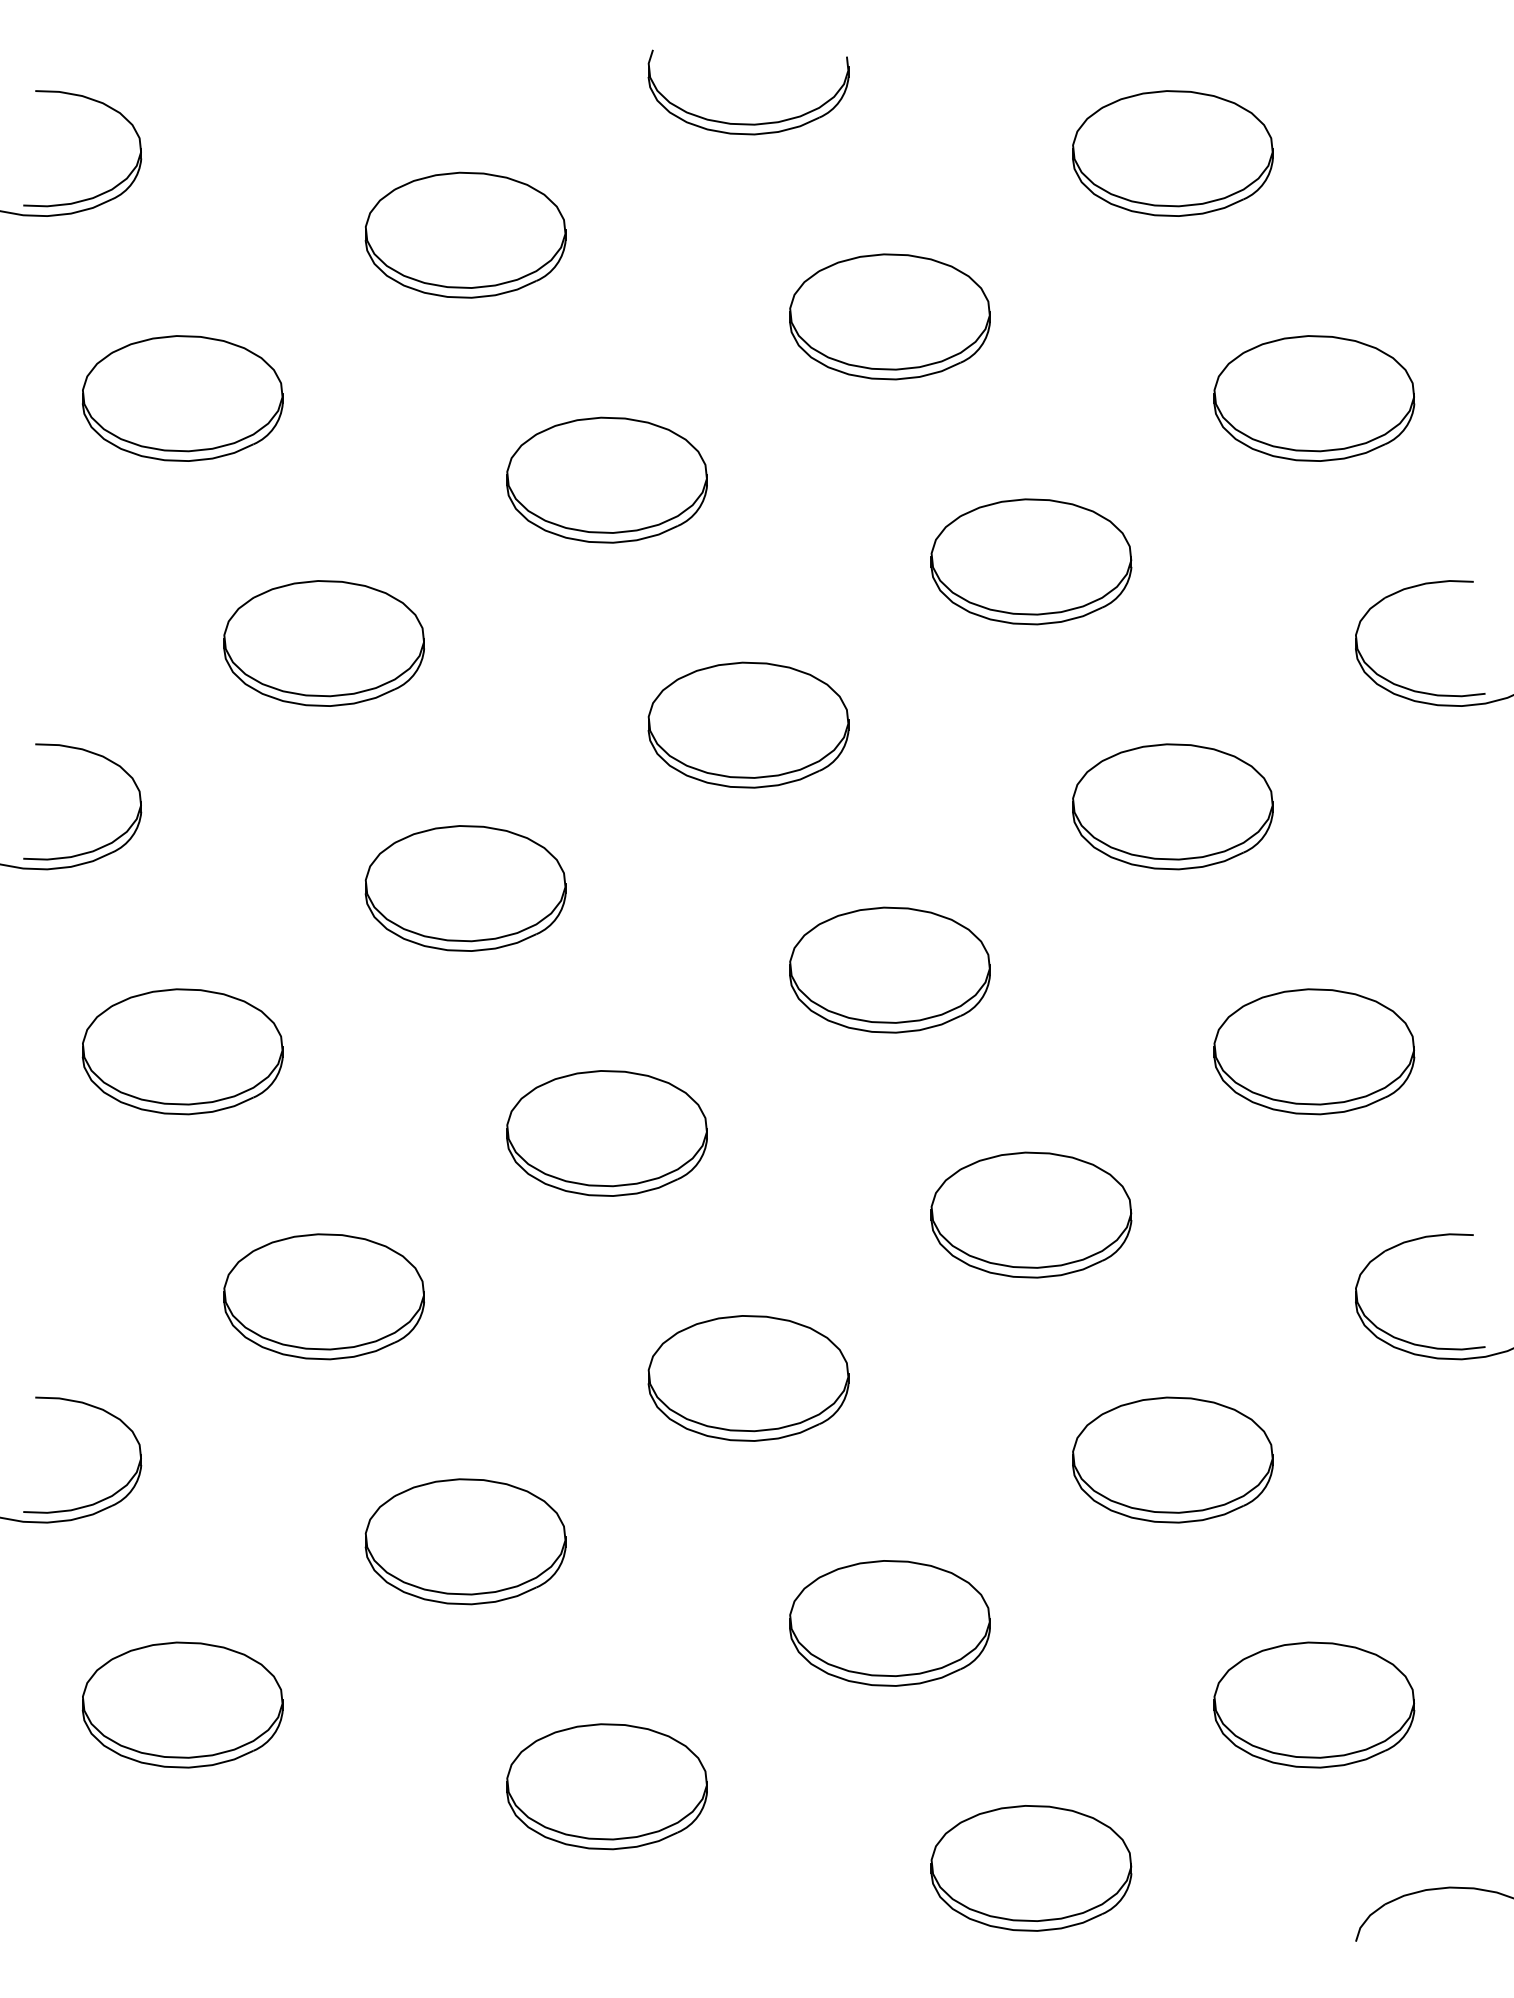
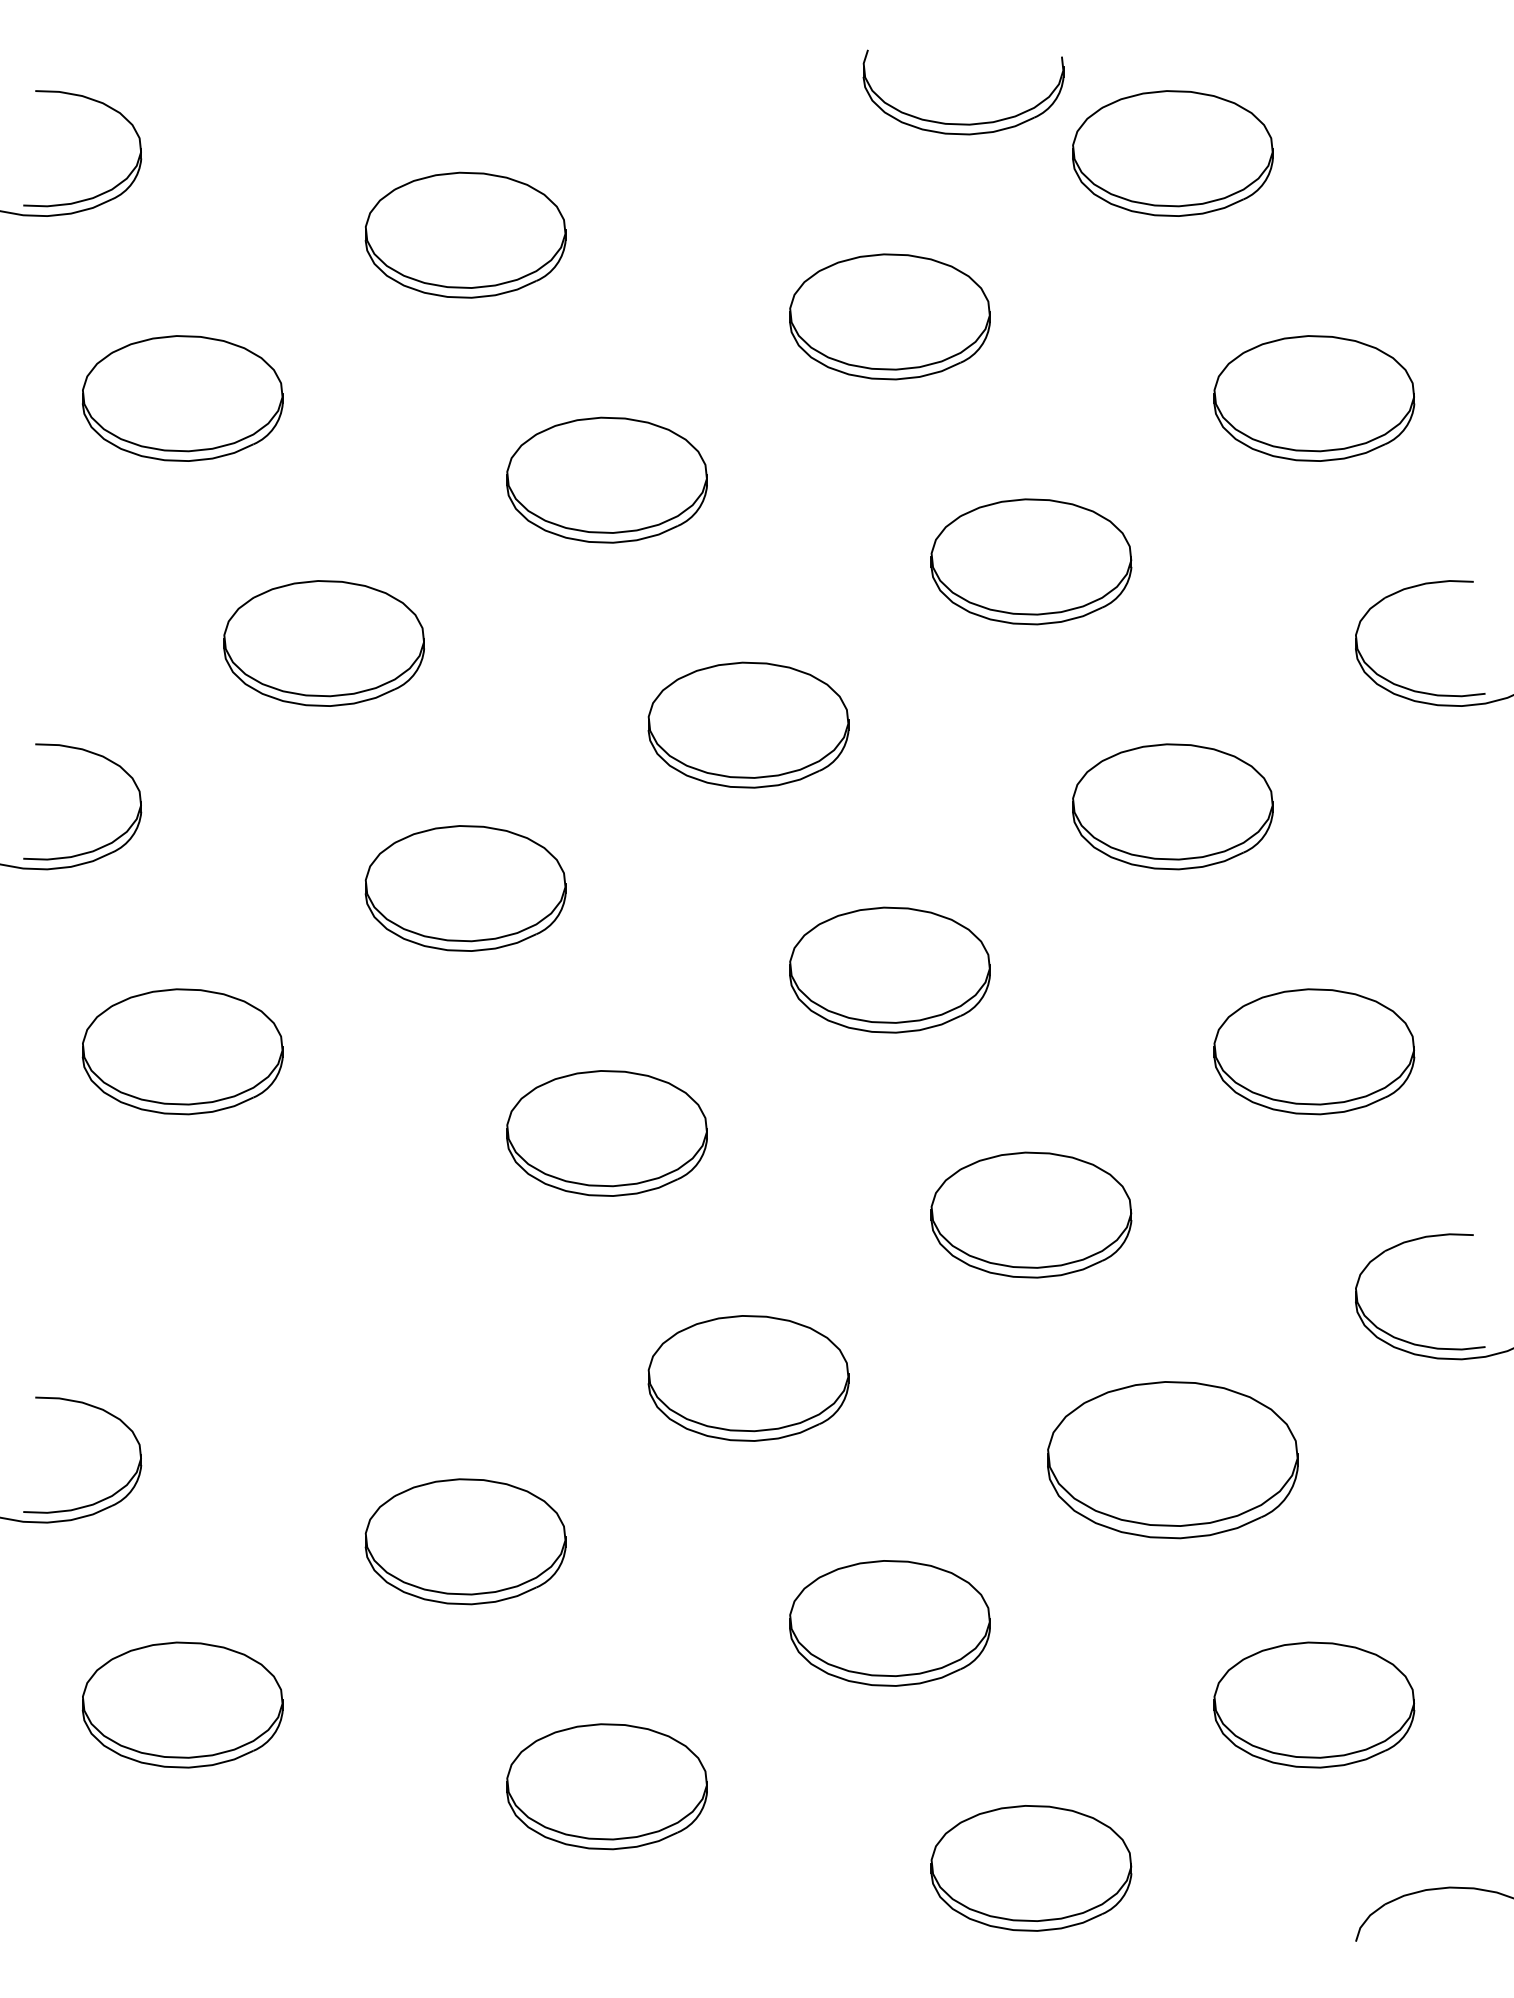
part at (748, 123) position: (748, 123) -> (963, 123)
part at (323, 1296): present -> none
part at (1172, 1459) size: 202x128 px -> 252x159 px
